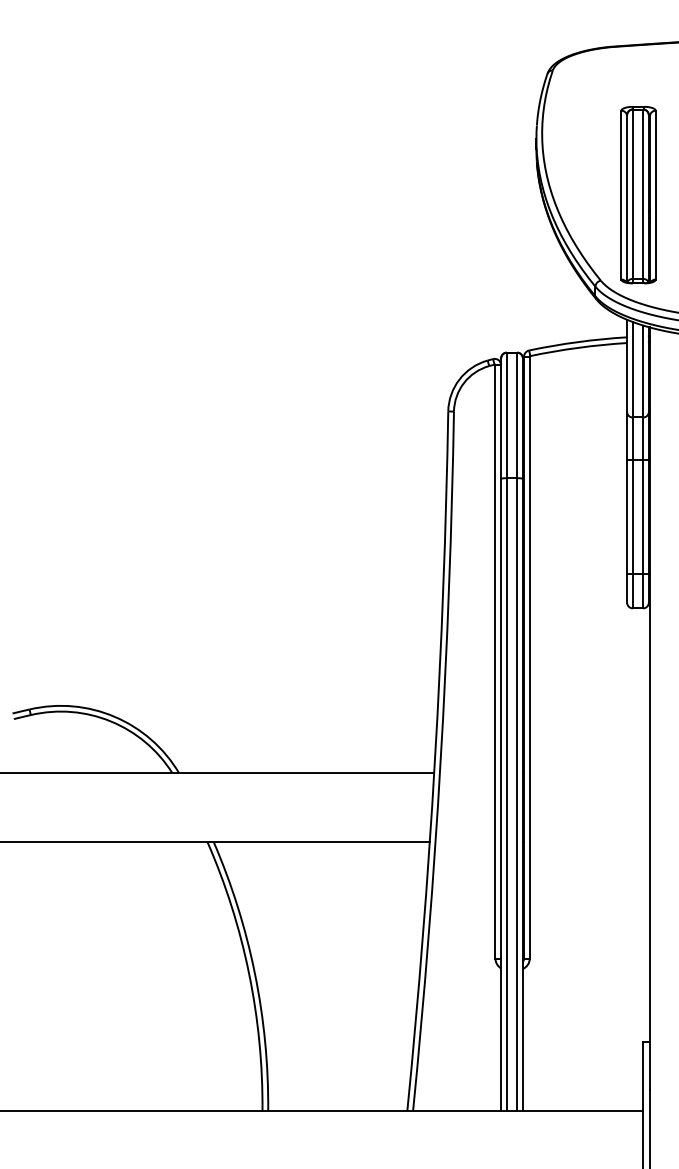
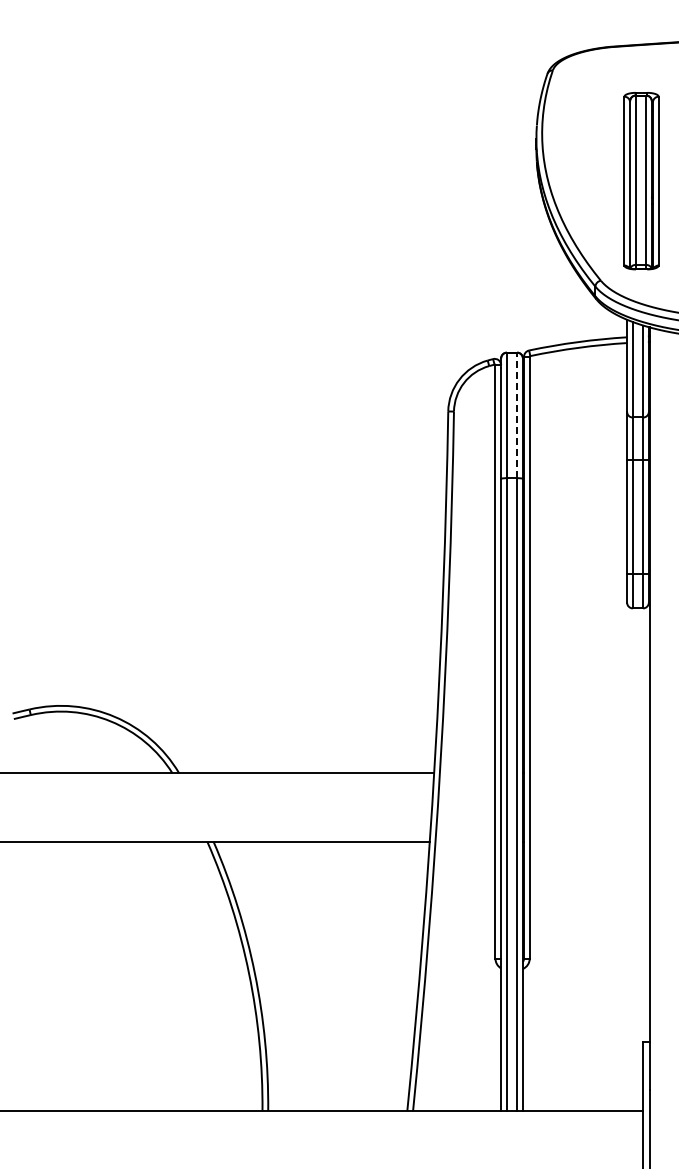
part at (638, 195) position: (638, 195) -> (641, 181)
line at (517, 415): solid -> dashed
